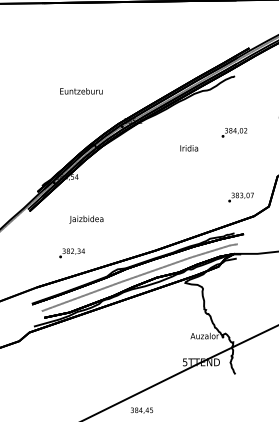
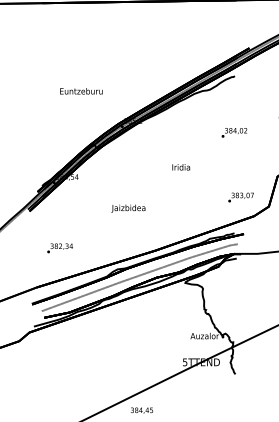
text at (189, 148) position: (189, 148) -> (181, 167)
text at (86, 219) position: (86, 219) -> (128, 208)
text at (71, 253) position: (71, 253) -> (59, 248)
